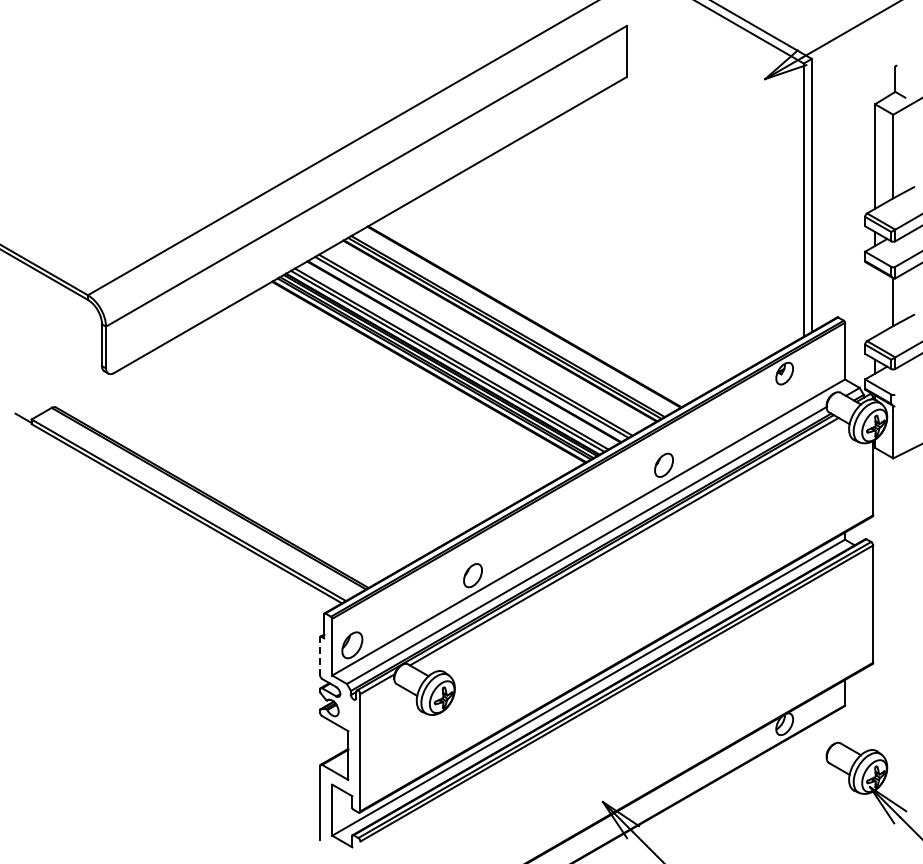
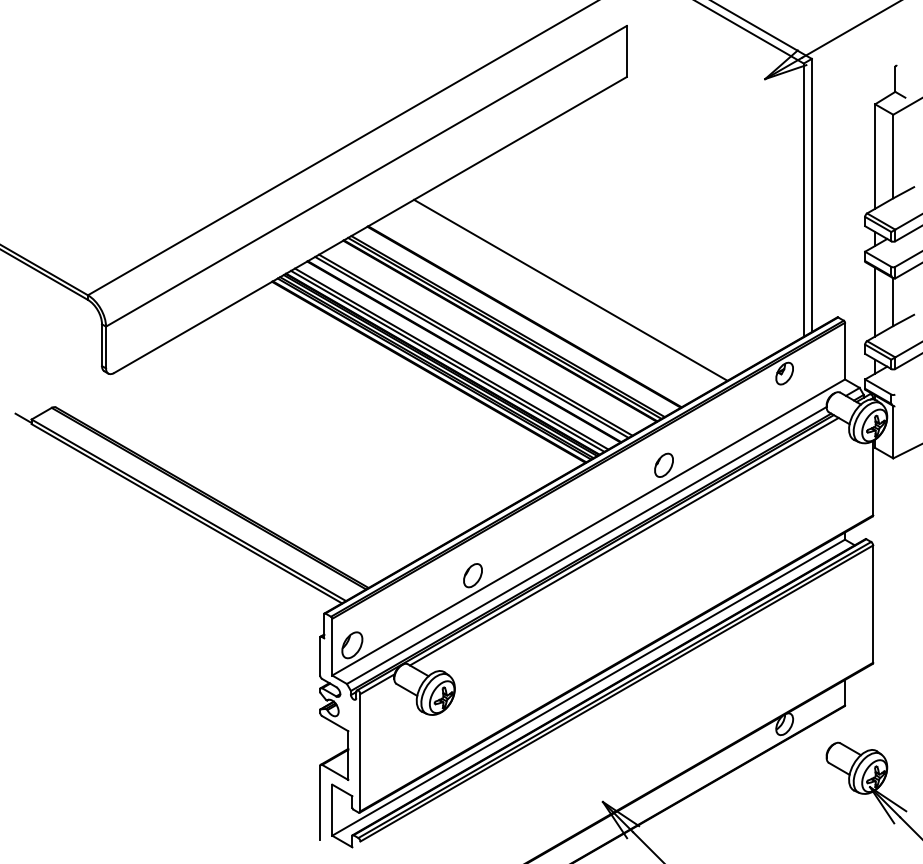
line at (570, 289): none -> present
line at (875, 301): none -> present
line at (320, 655): dashed -> solid
